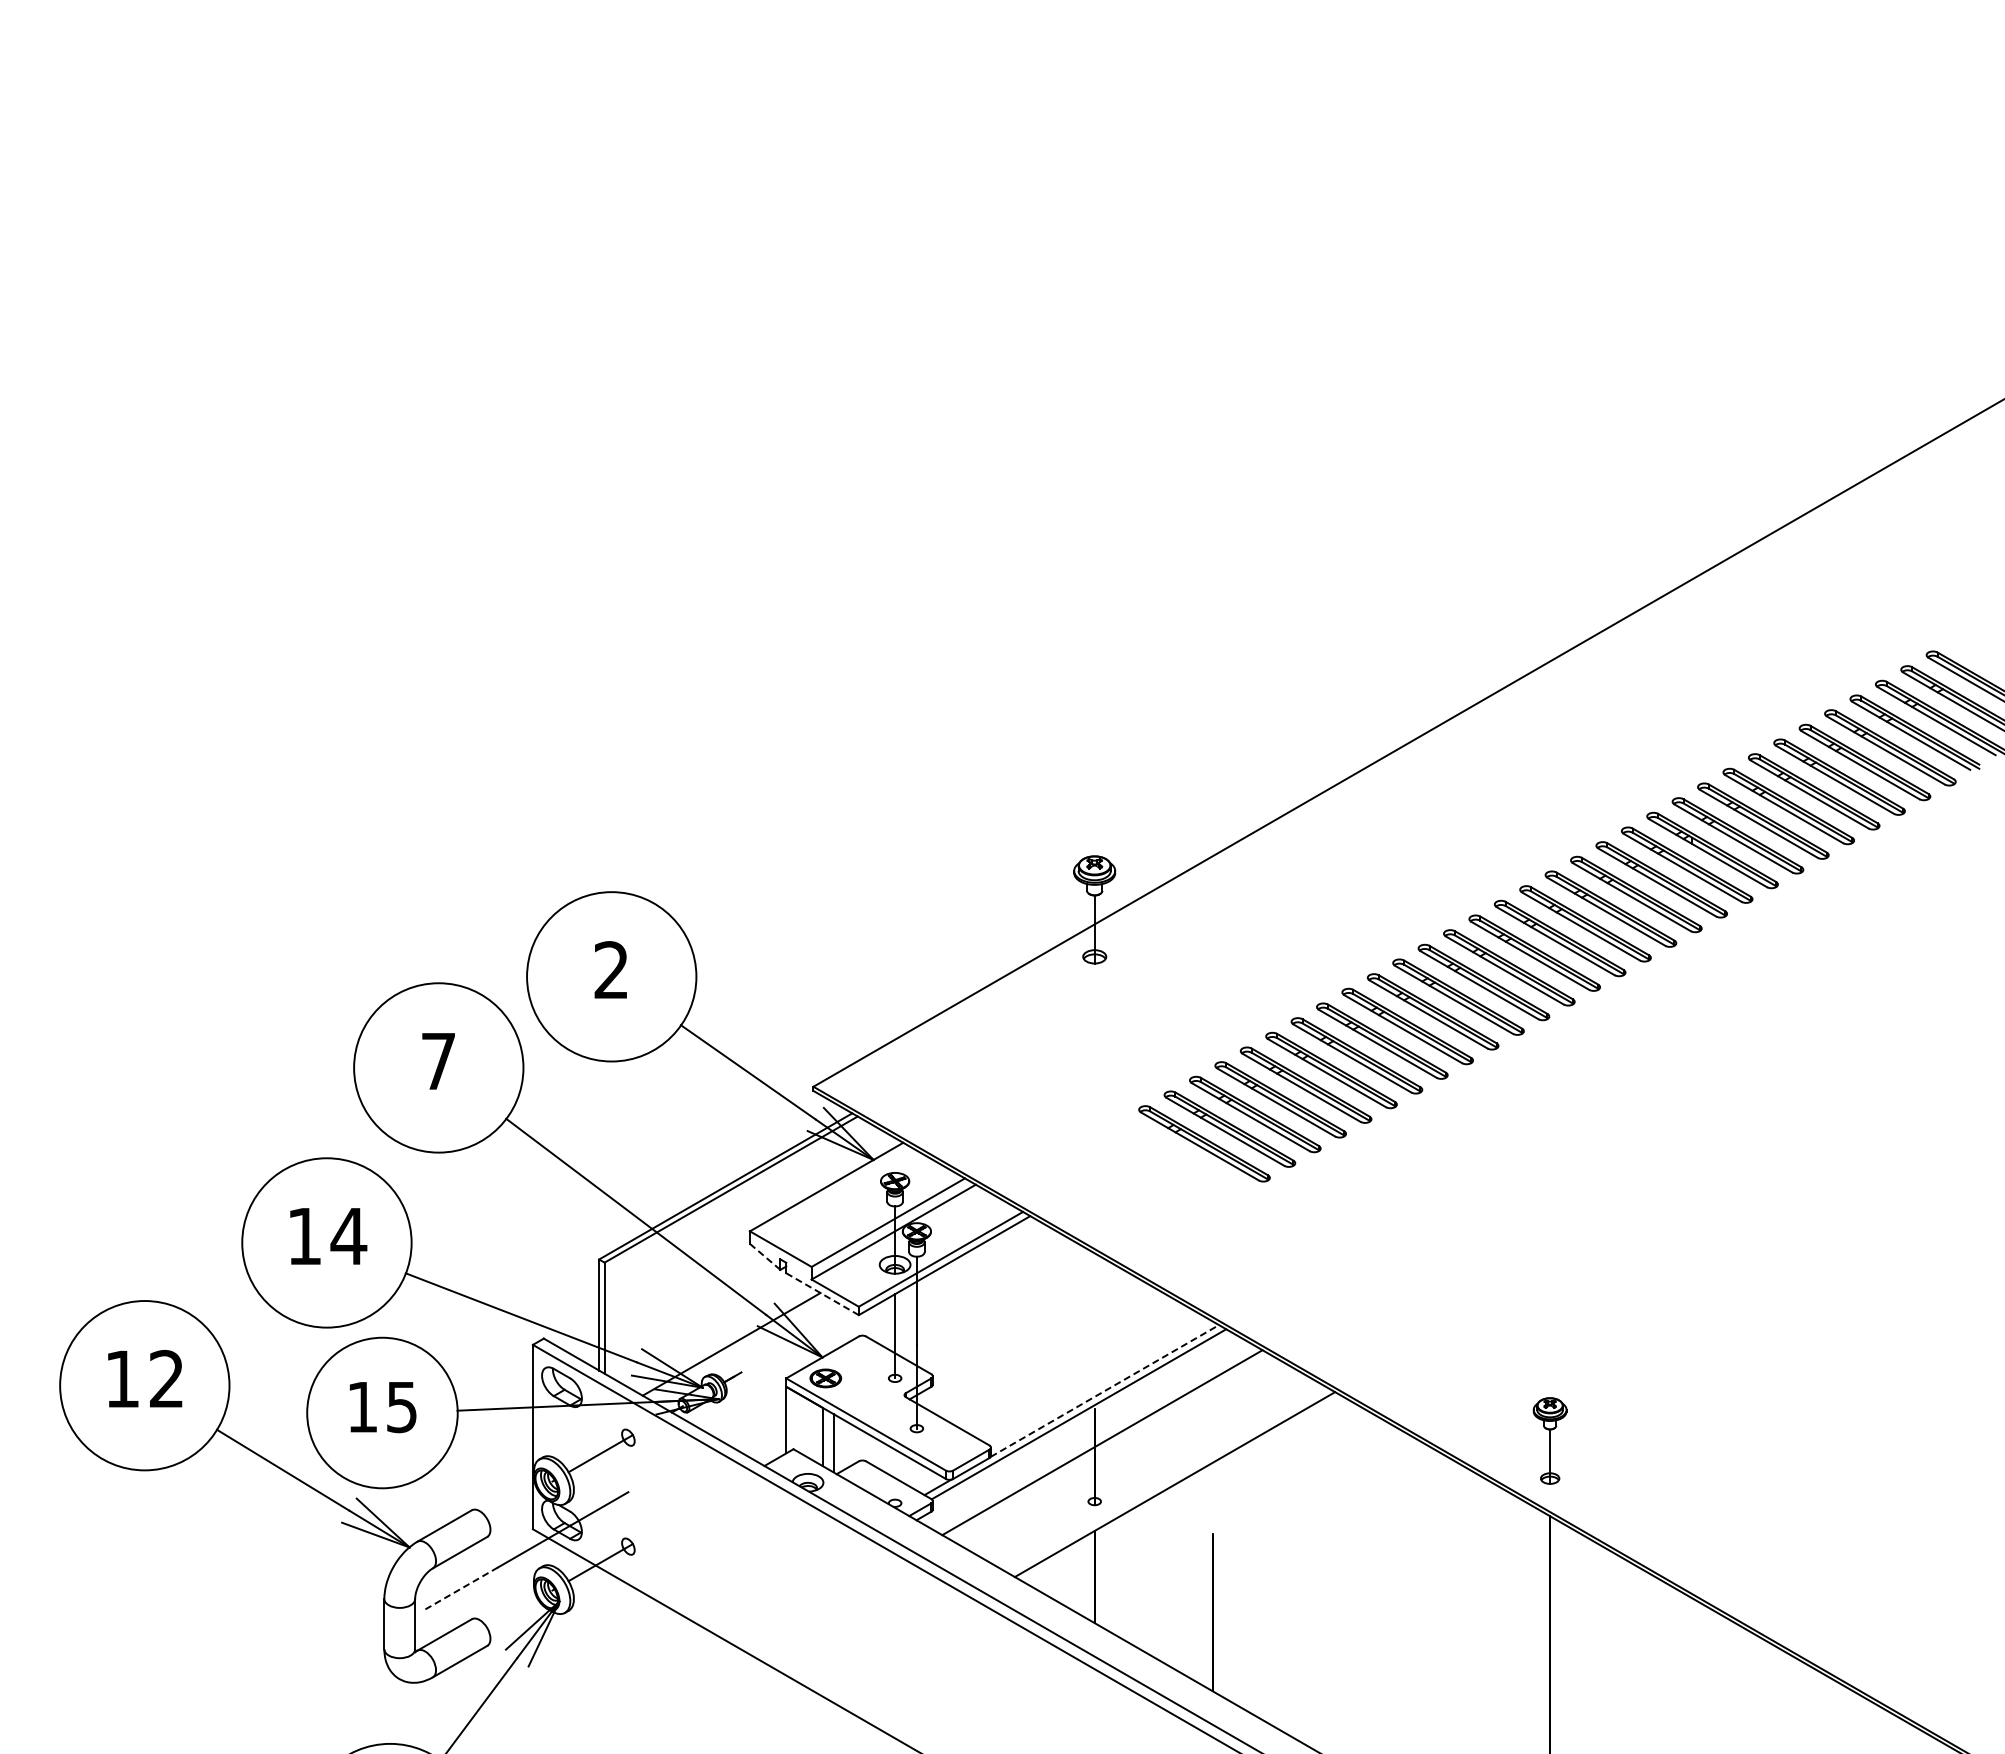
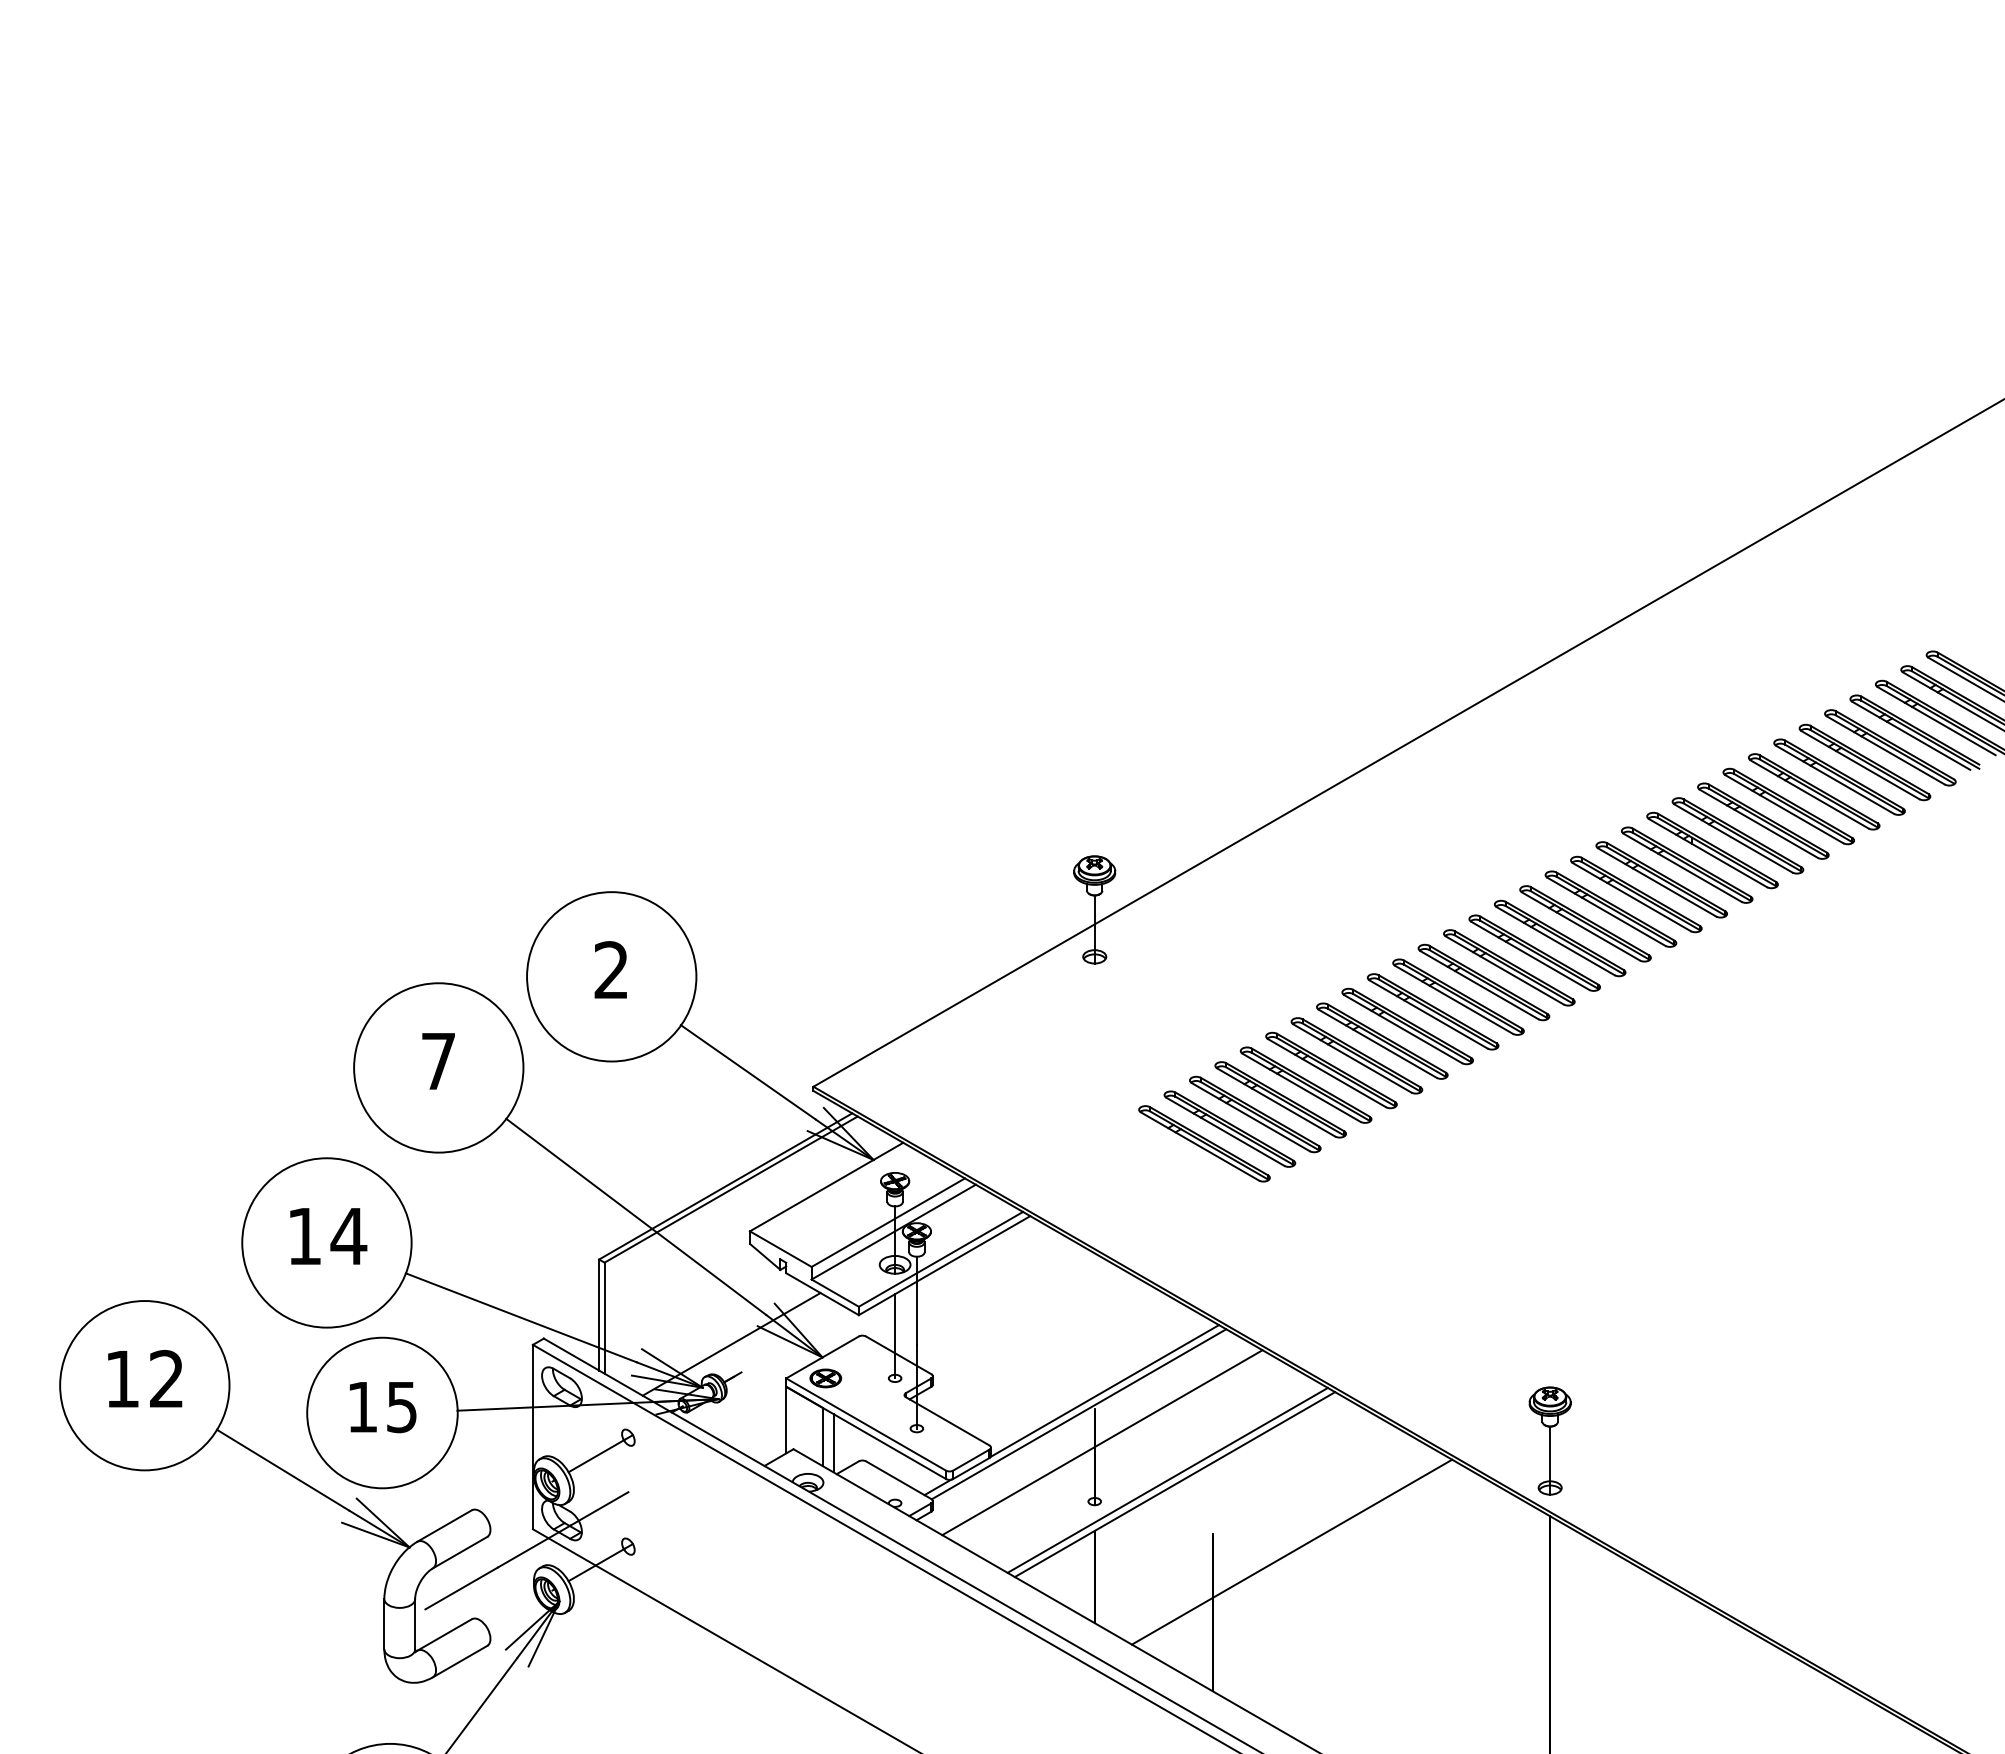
line at (765, 1257): dashed -> solid
line at (822, 1294): dashed -> solid
line at (1104, 1391): dashed -> solid
part at (1549, 1440) size: 36x88 px -> 44x110 px
line at (1167, 1479): none -> present
line at (1291, 1551): none -> present
line at (461, 1588): dashed -> solid
